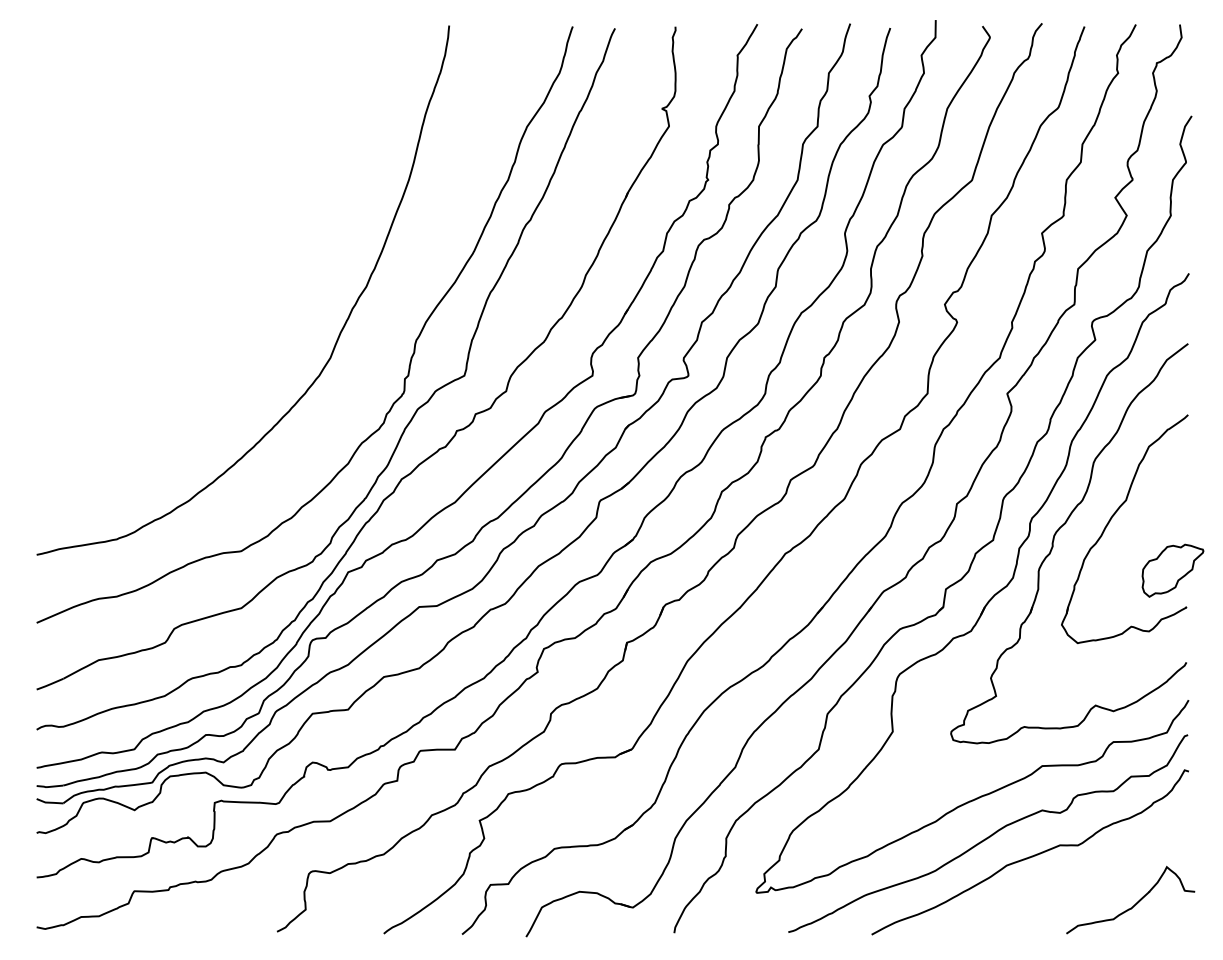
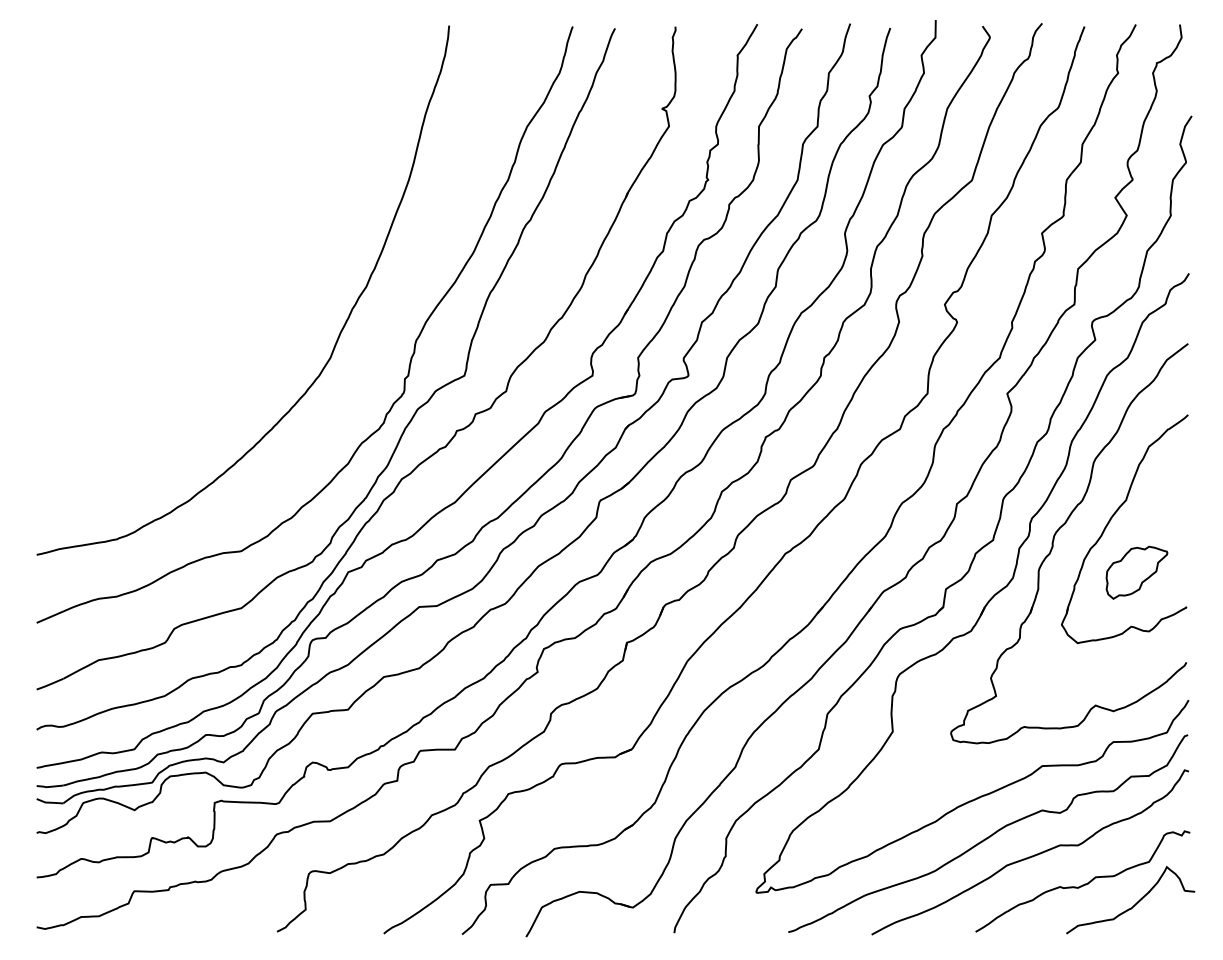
part at (1172, 570) position: (1172, 570) -> (1136, 572)
curve at (1084, 883): none -> present
